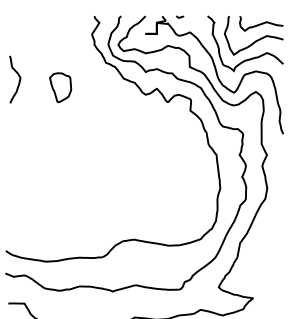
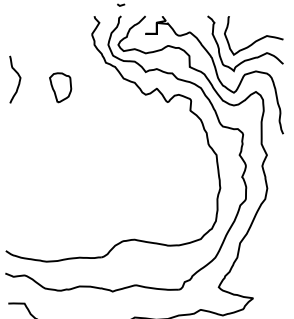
line at (180, 16) position: (180, 16) -> (121, 4)
curve at (261, 23): present -> none
